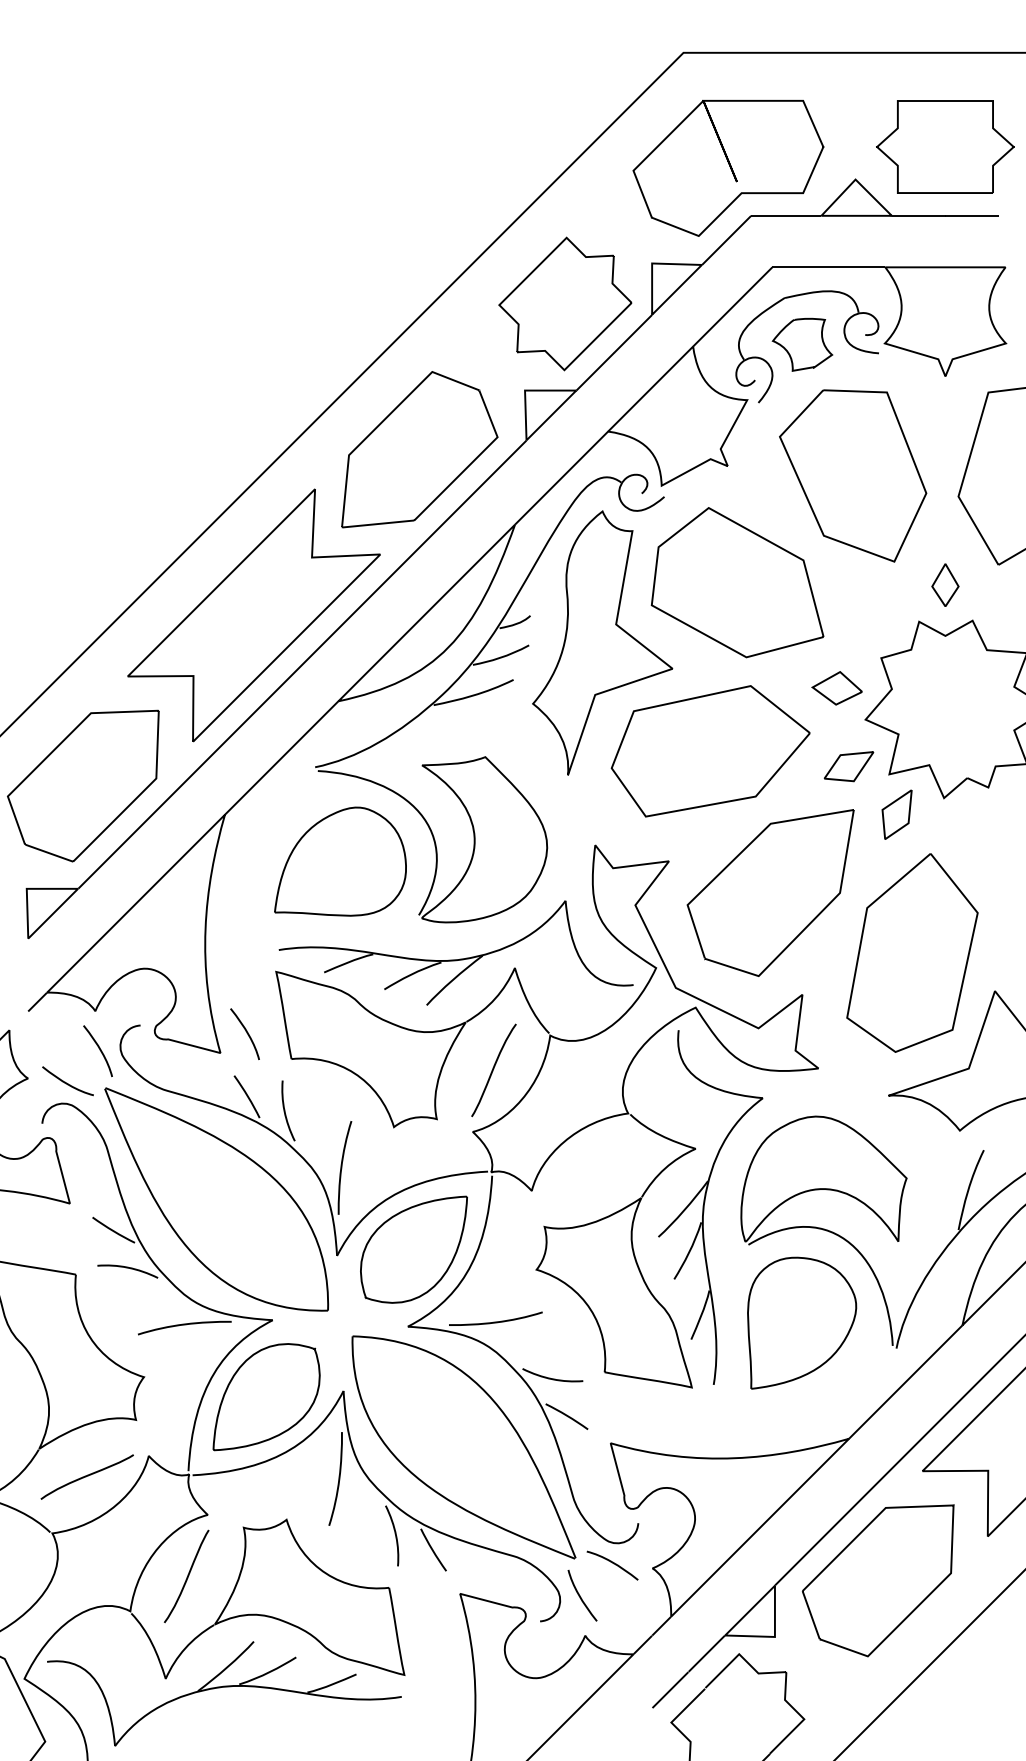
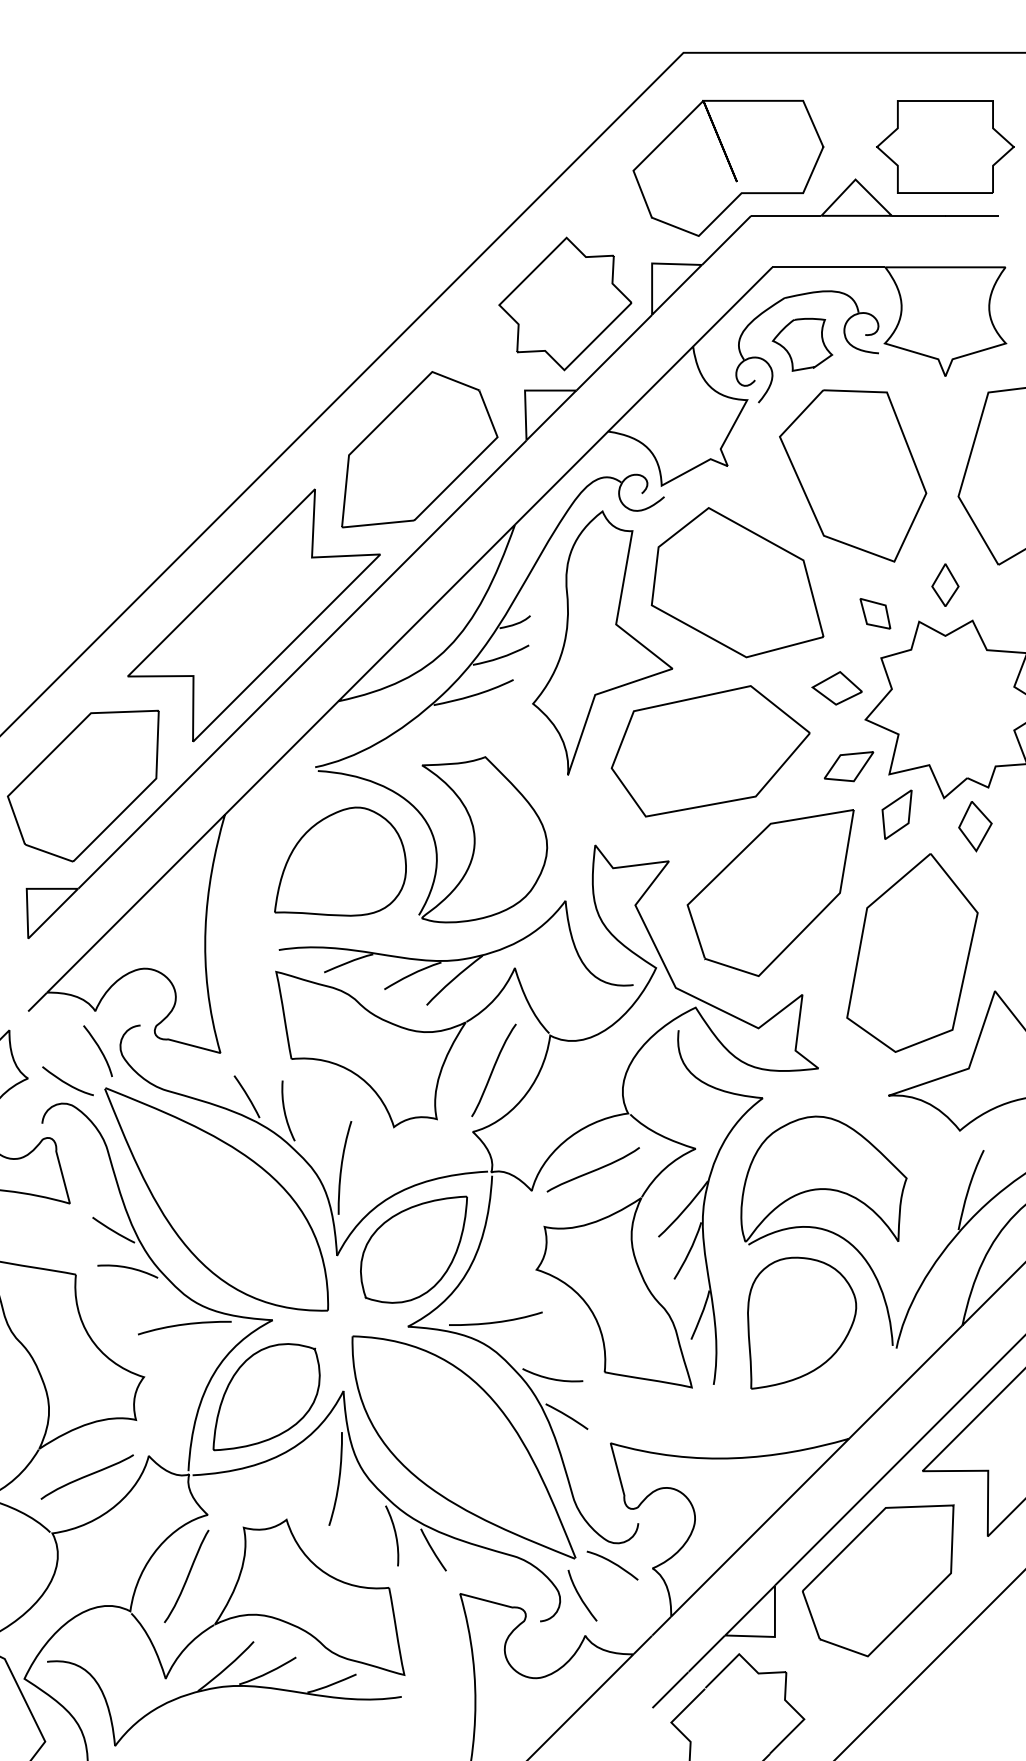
part at (875, 613): none -> present
part at (975, 826): none -> present
curve at (246, 1033): present -> none
curve at (592, 1170): none -> present
